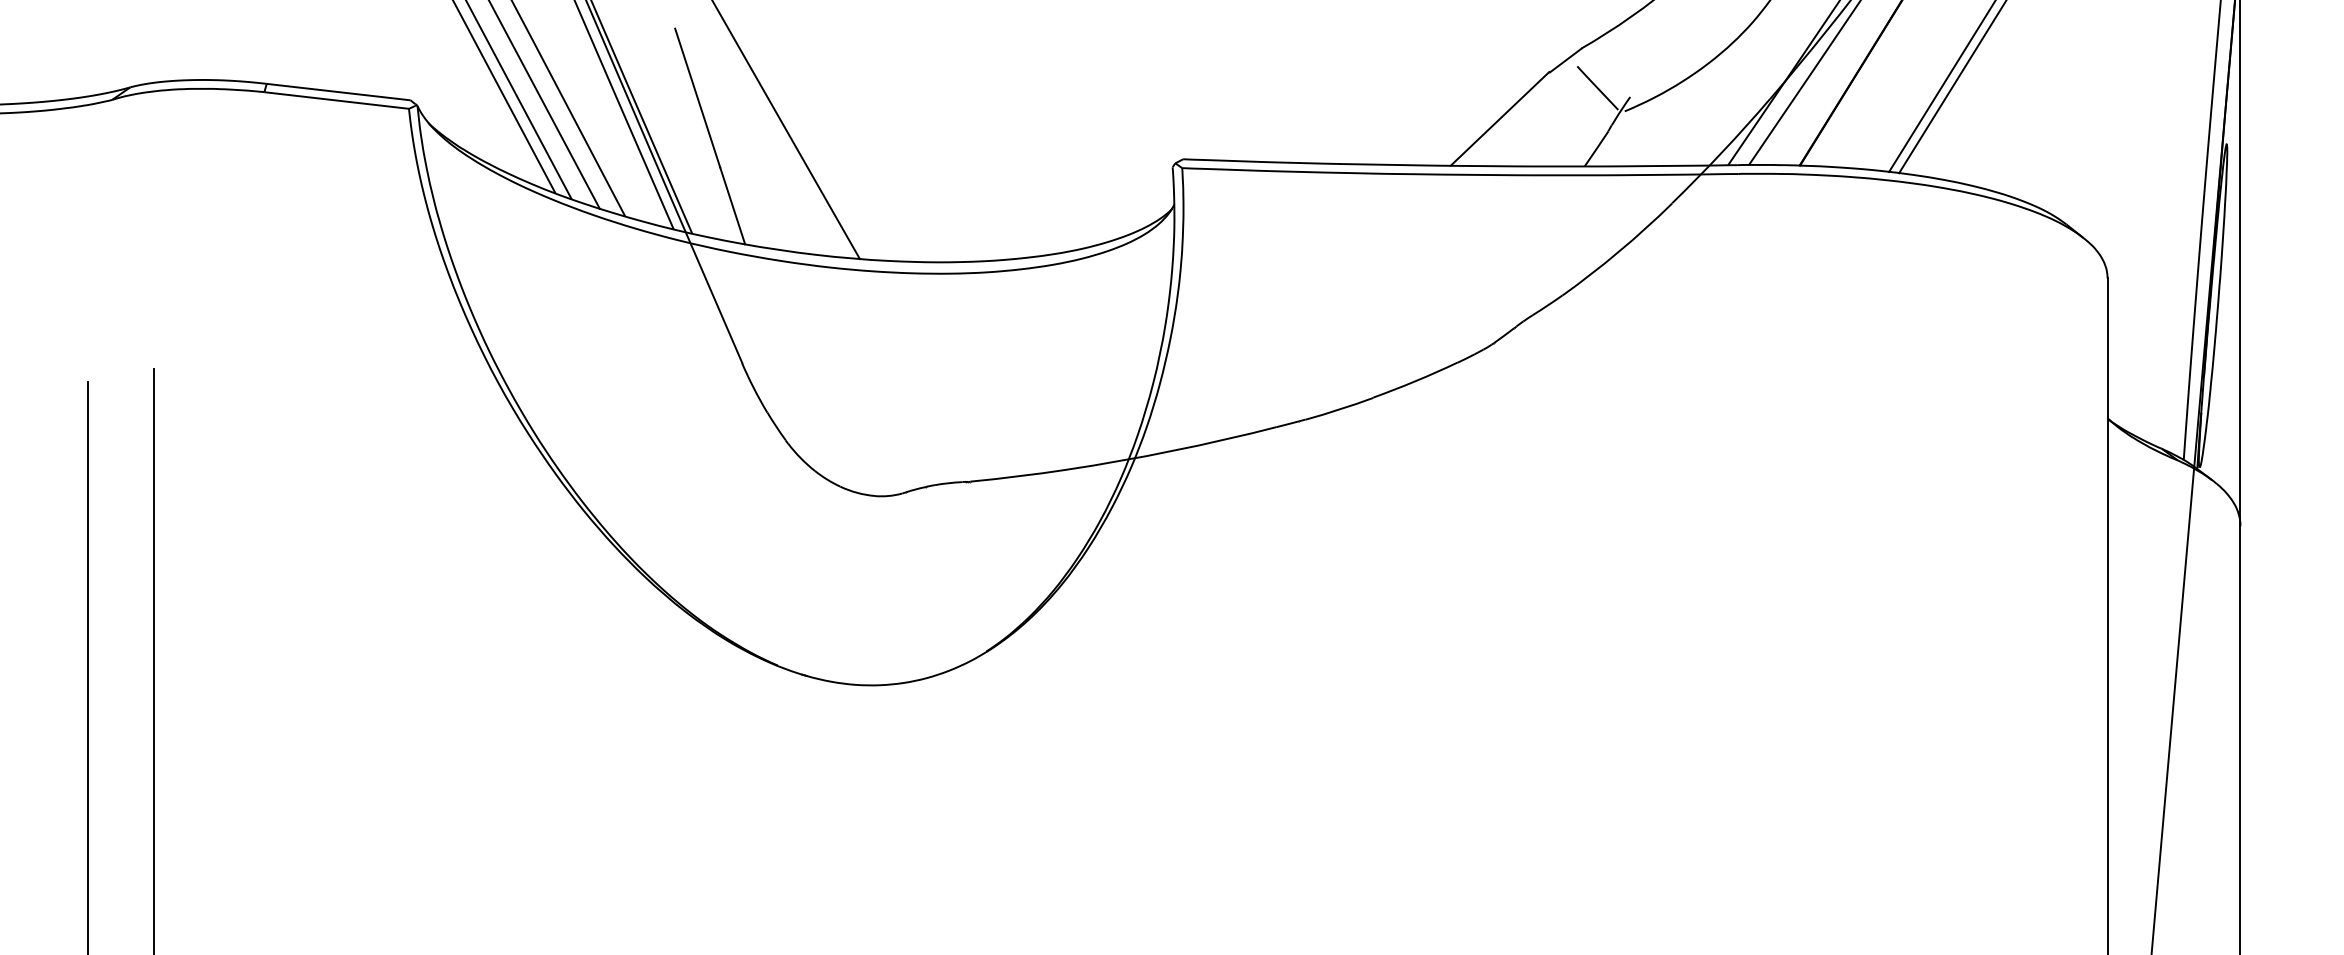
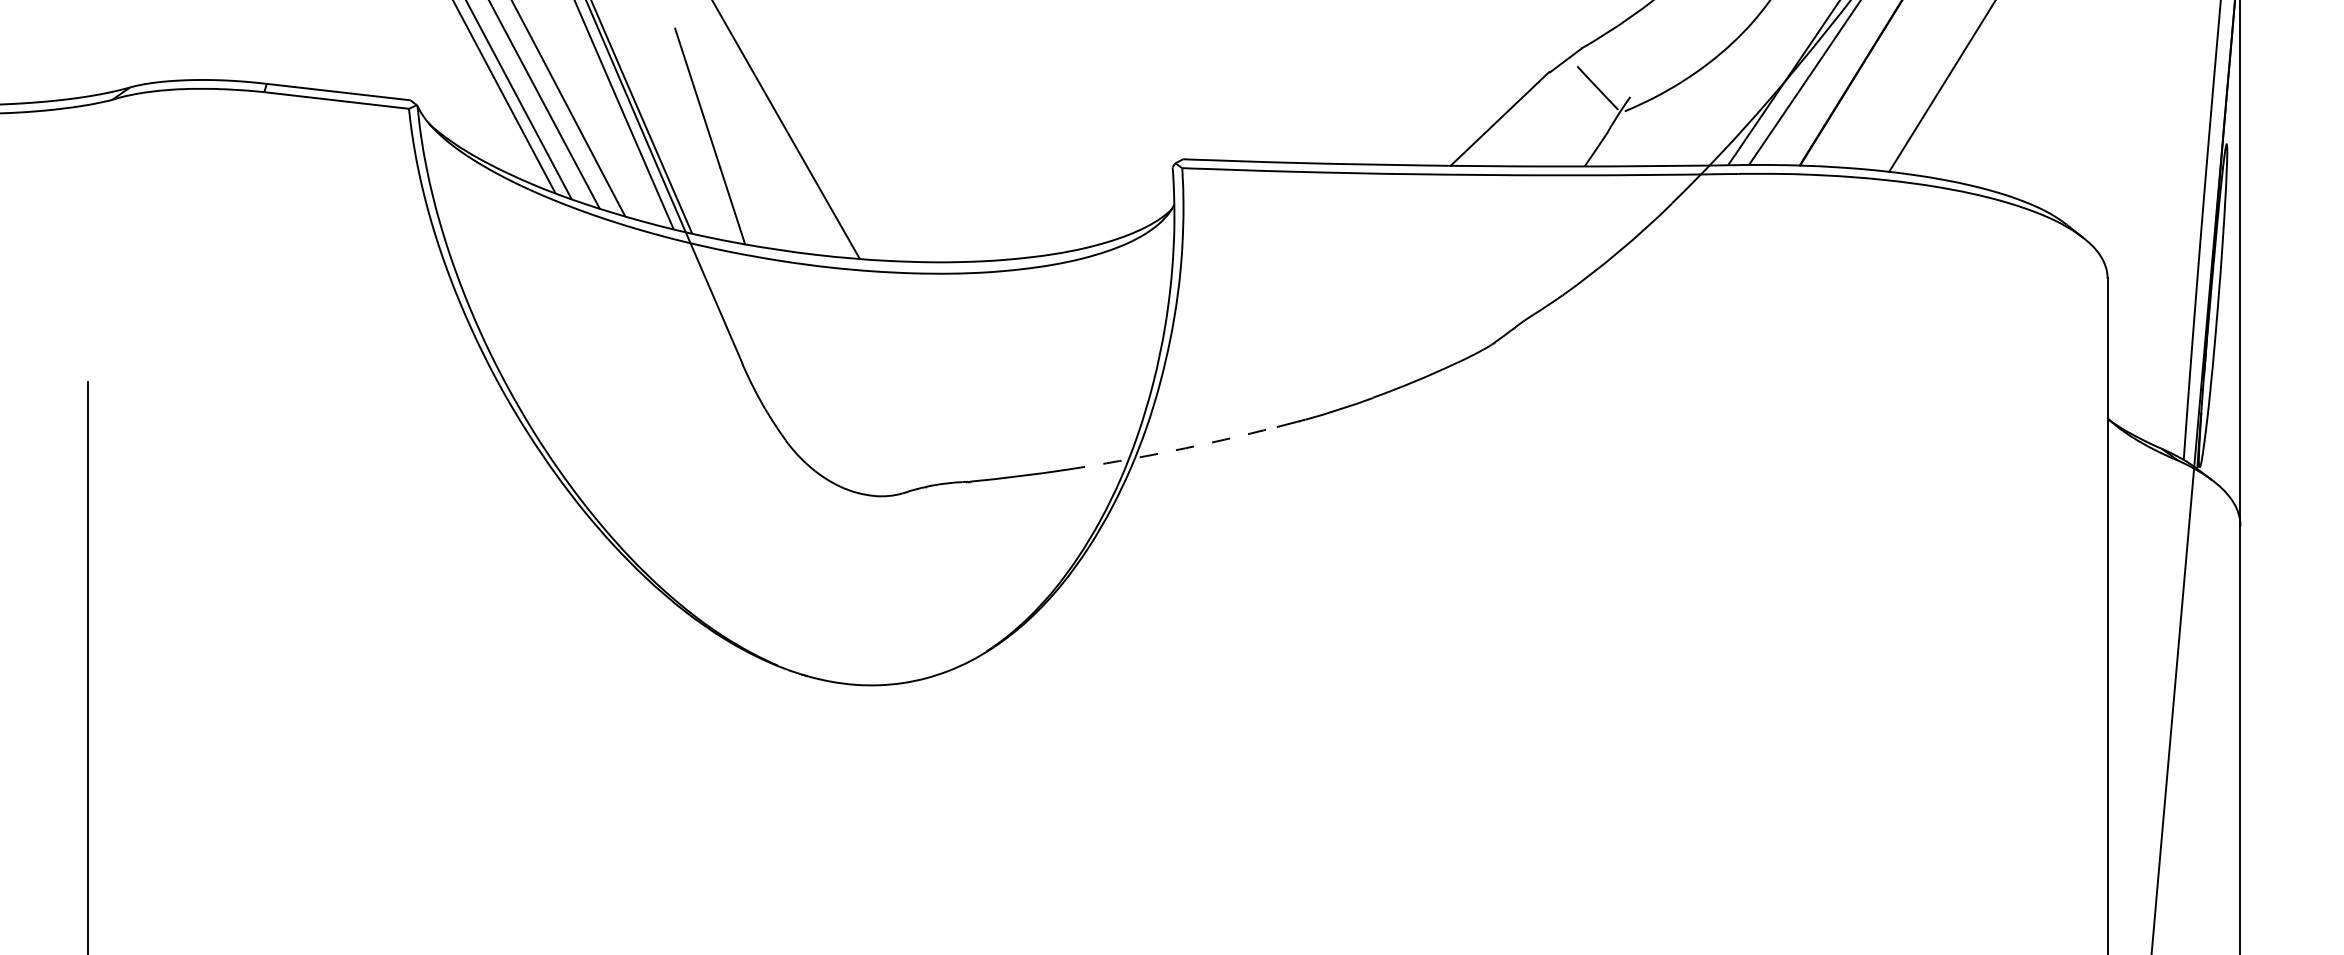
line at (1952, 87): present -> none
arc at (1172, 450): solid -> dashed
line at (153, 659): present -> none
